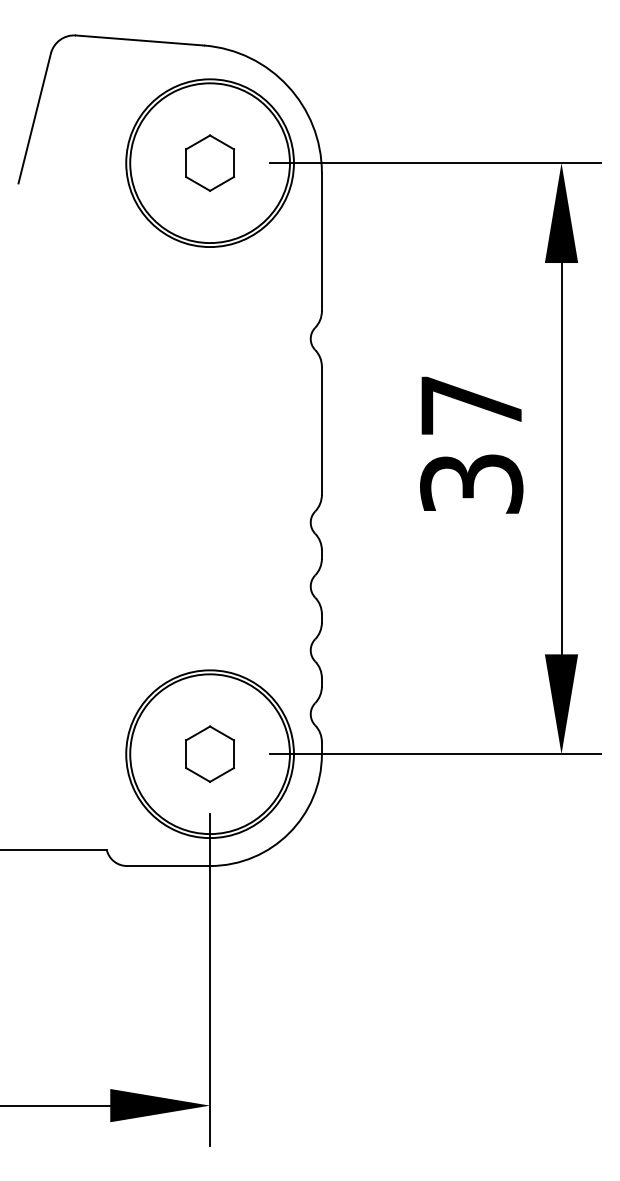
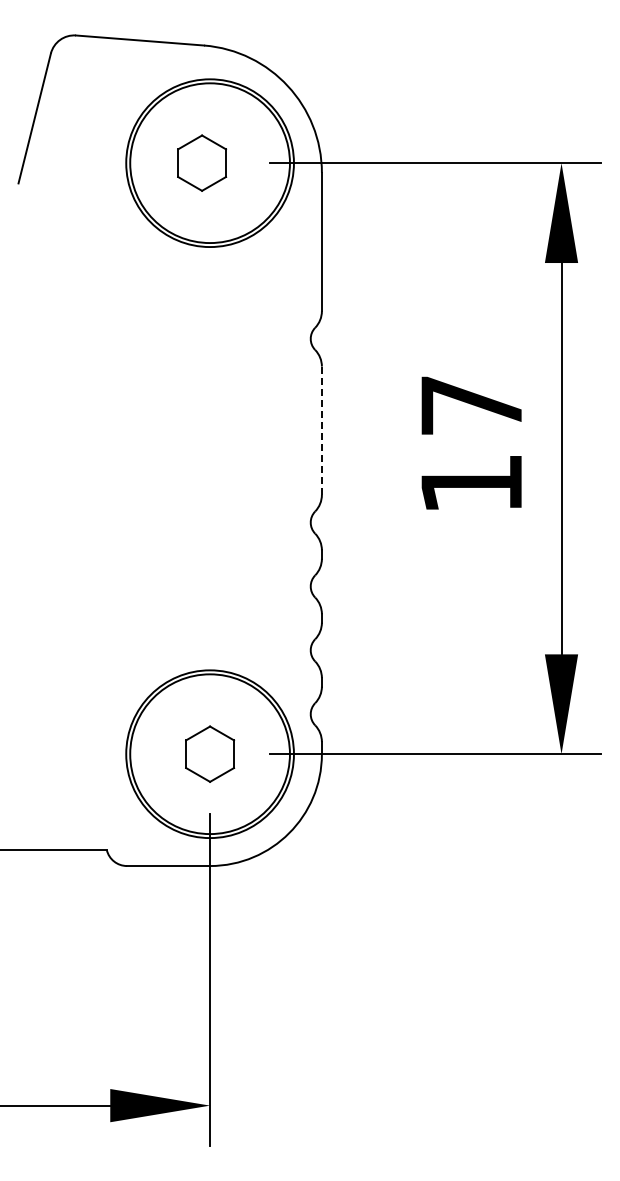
part at (210, 162) position: (210, 162) -> (202, 162)
line at (321, 431): solid -> dashed
text at (471, 483): 37 -> 17
